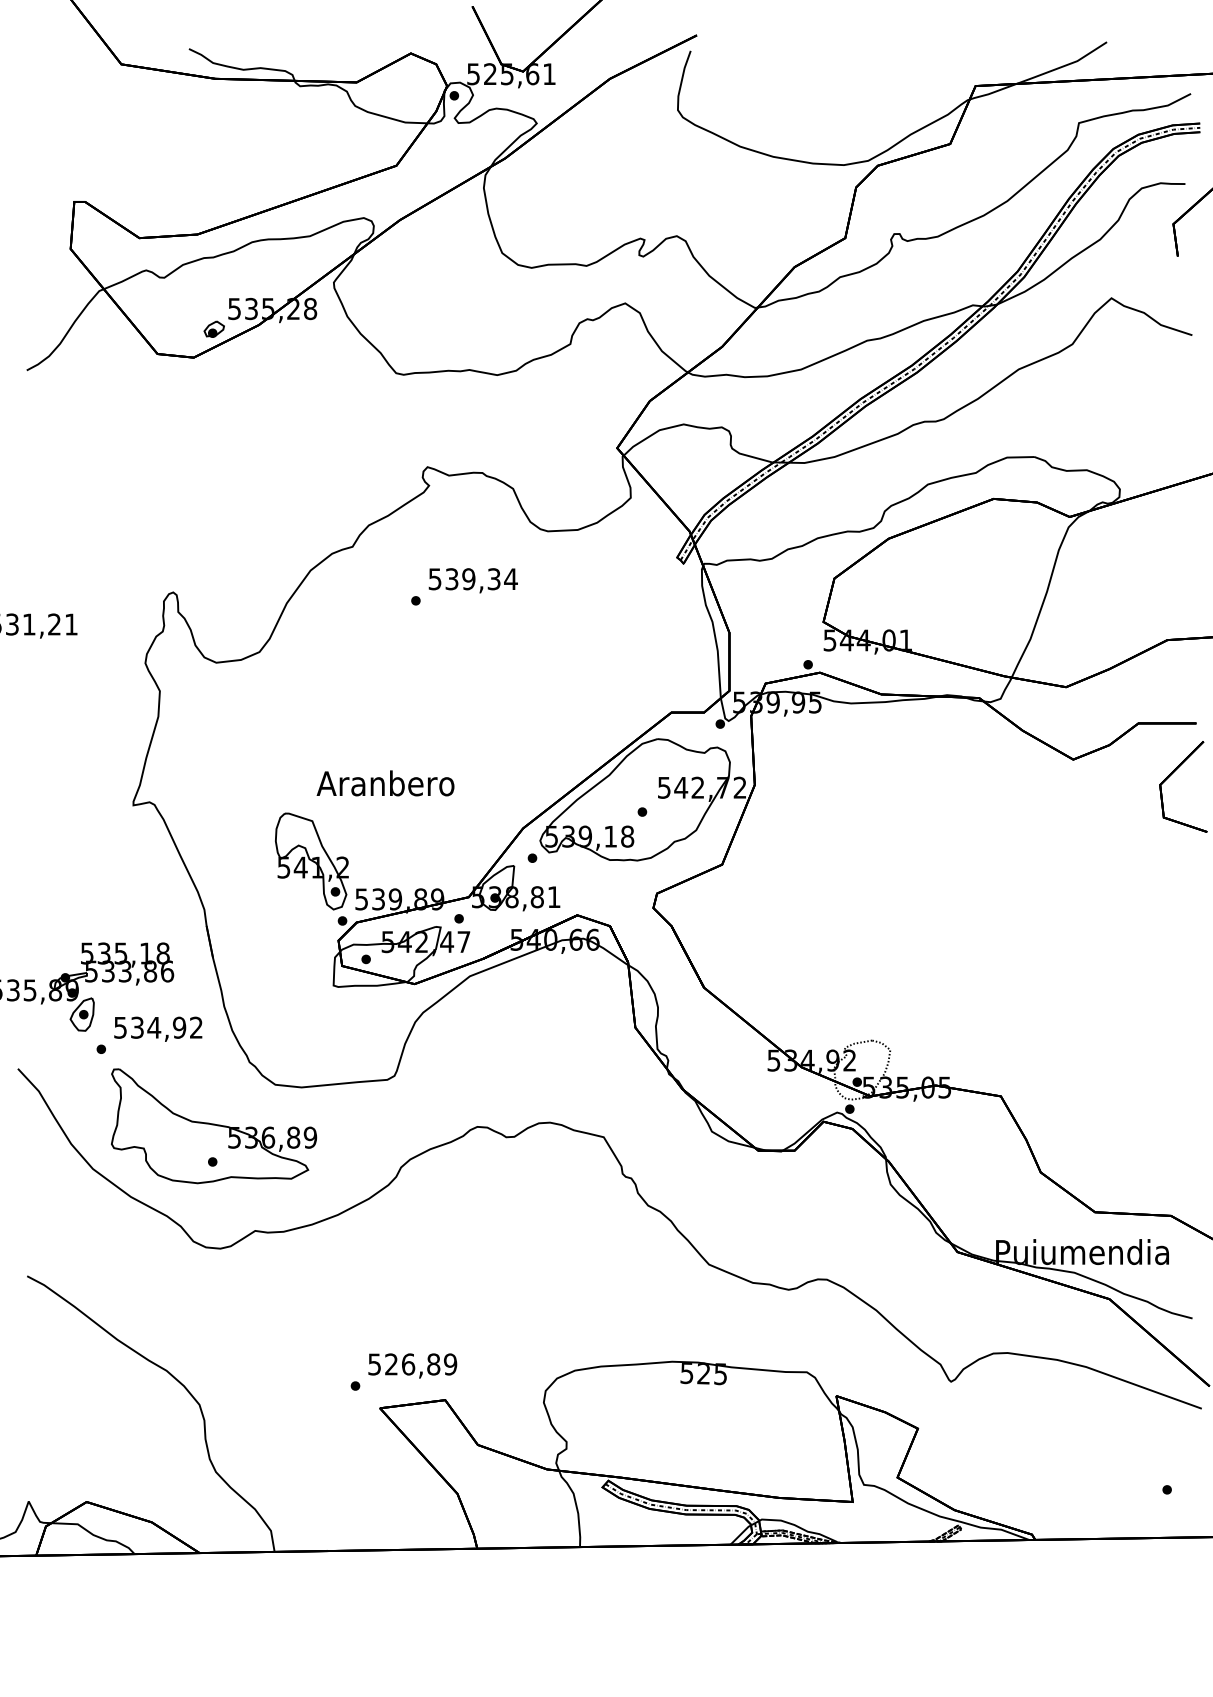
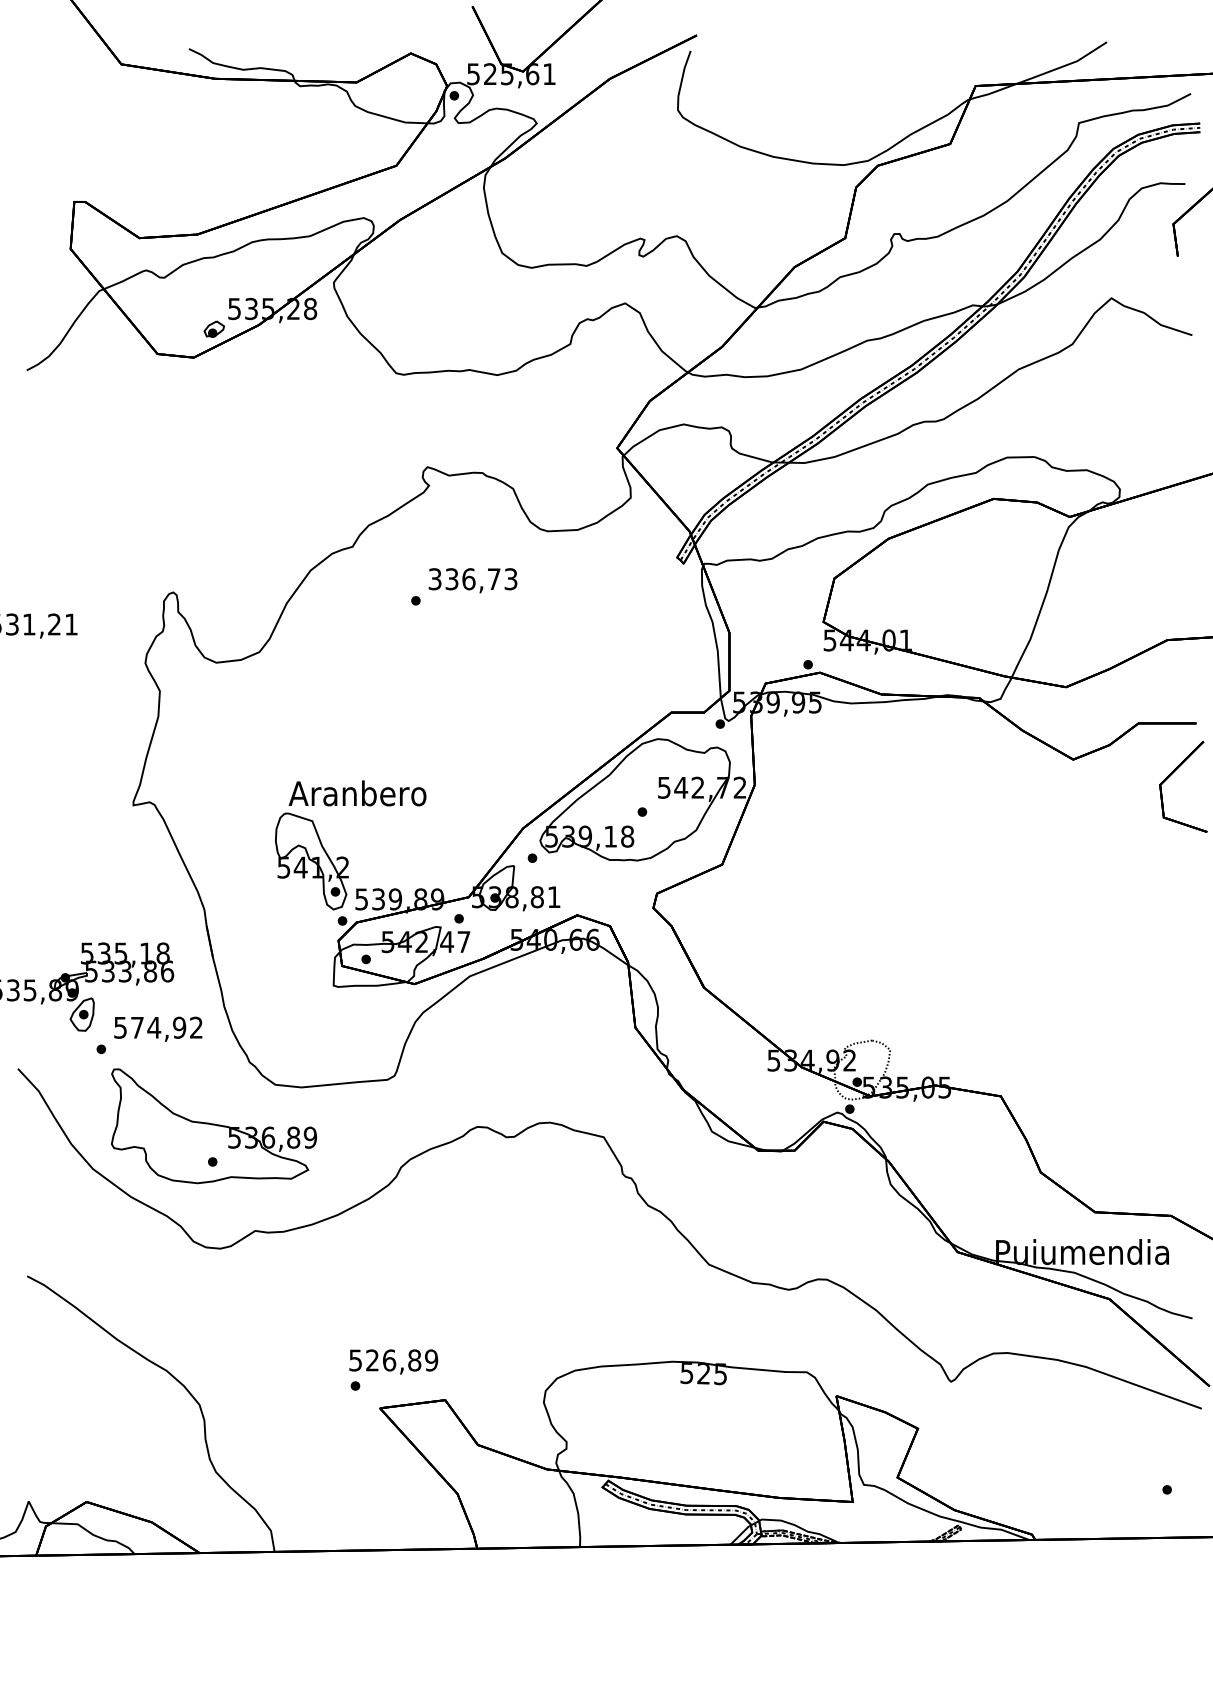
text at (473, 579): 539,34 -> 336,73
text at (385, 783) position: (385, 783) -> (357, 793)
text at (137, 1027): 534,92 -> 574,92
text at (412, 1365) position: (412, 1365) -> (393, 1361)
